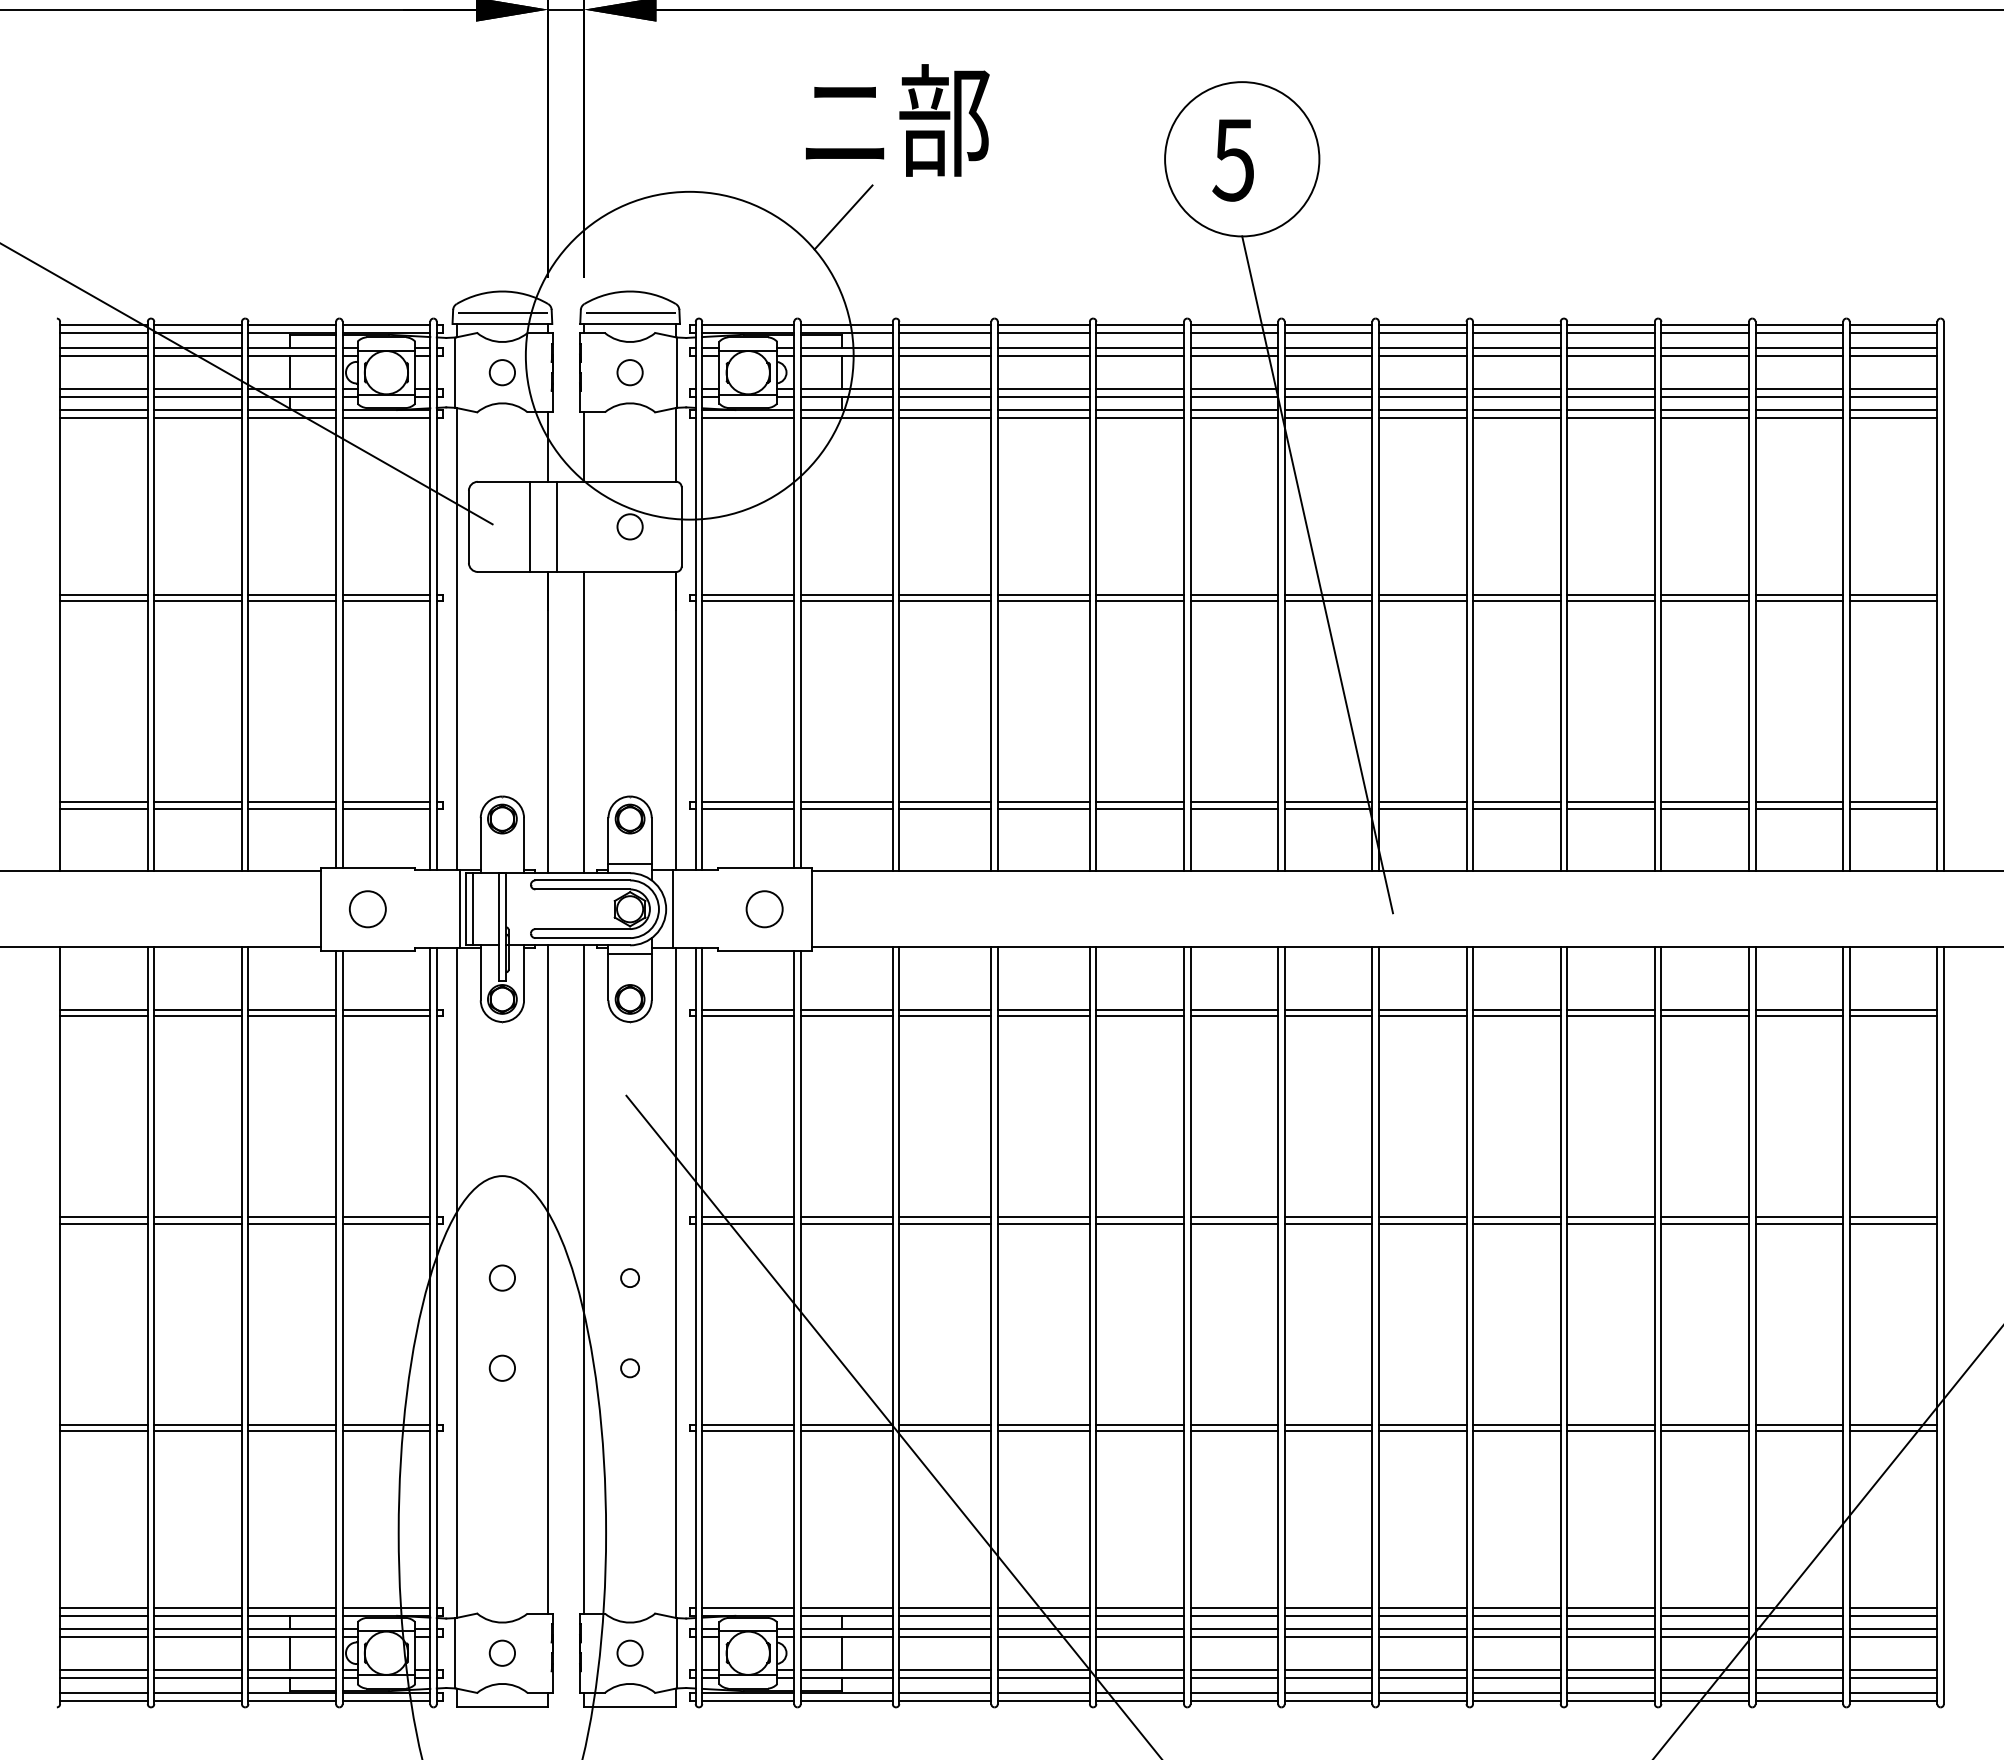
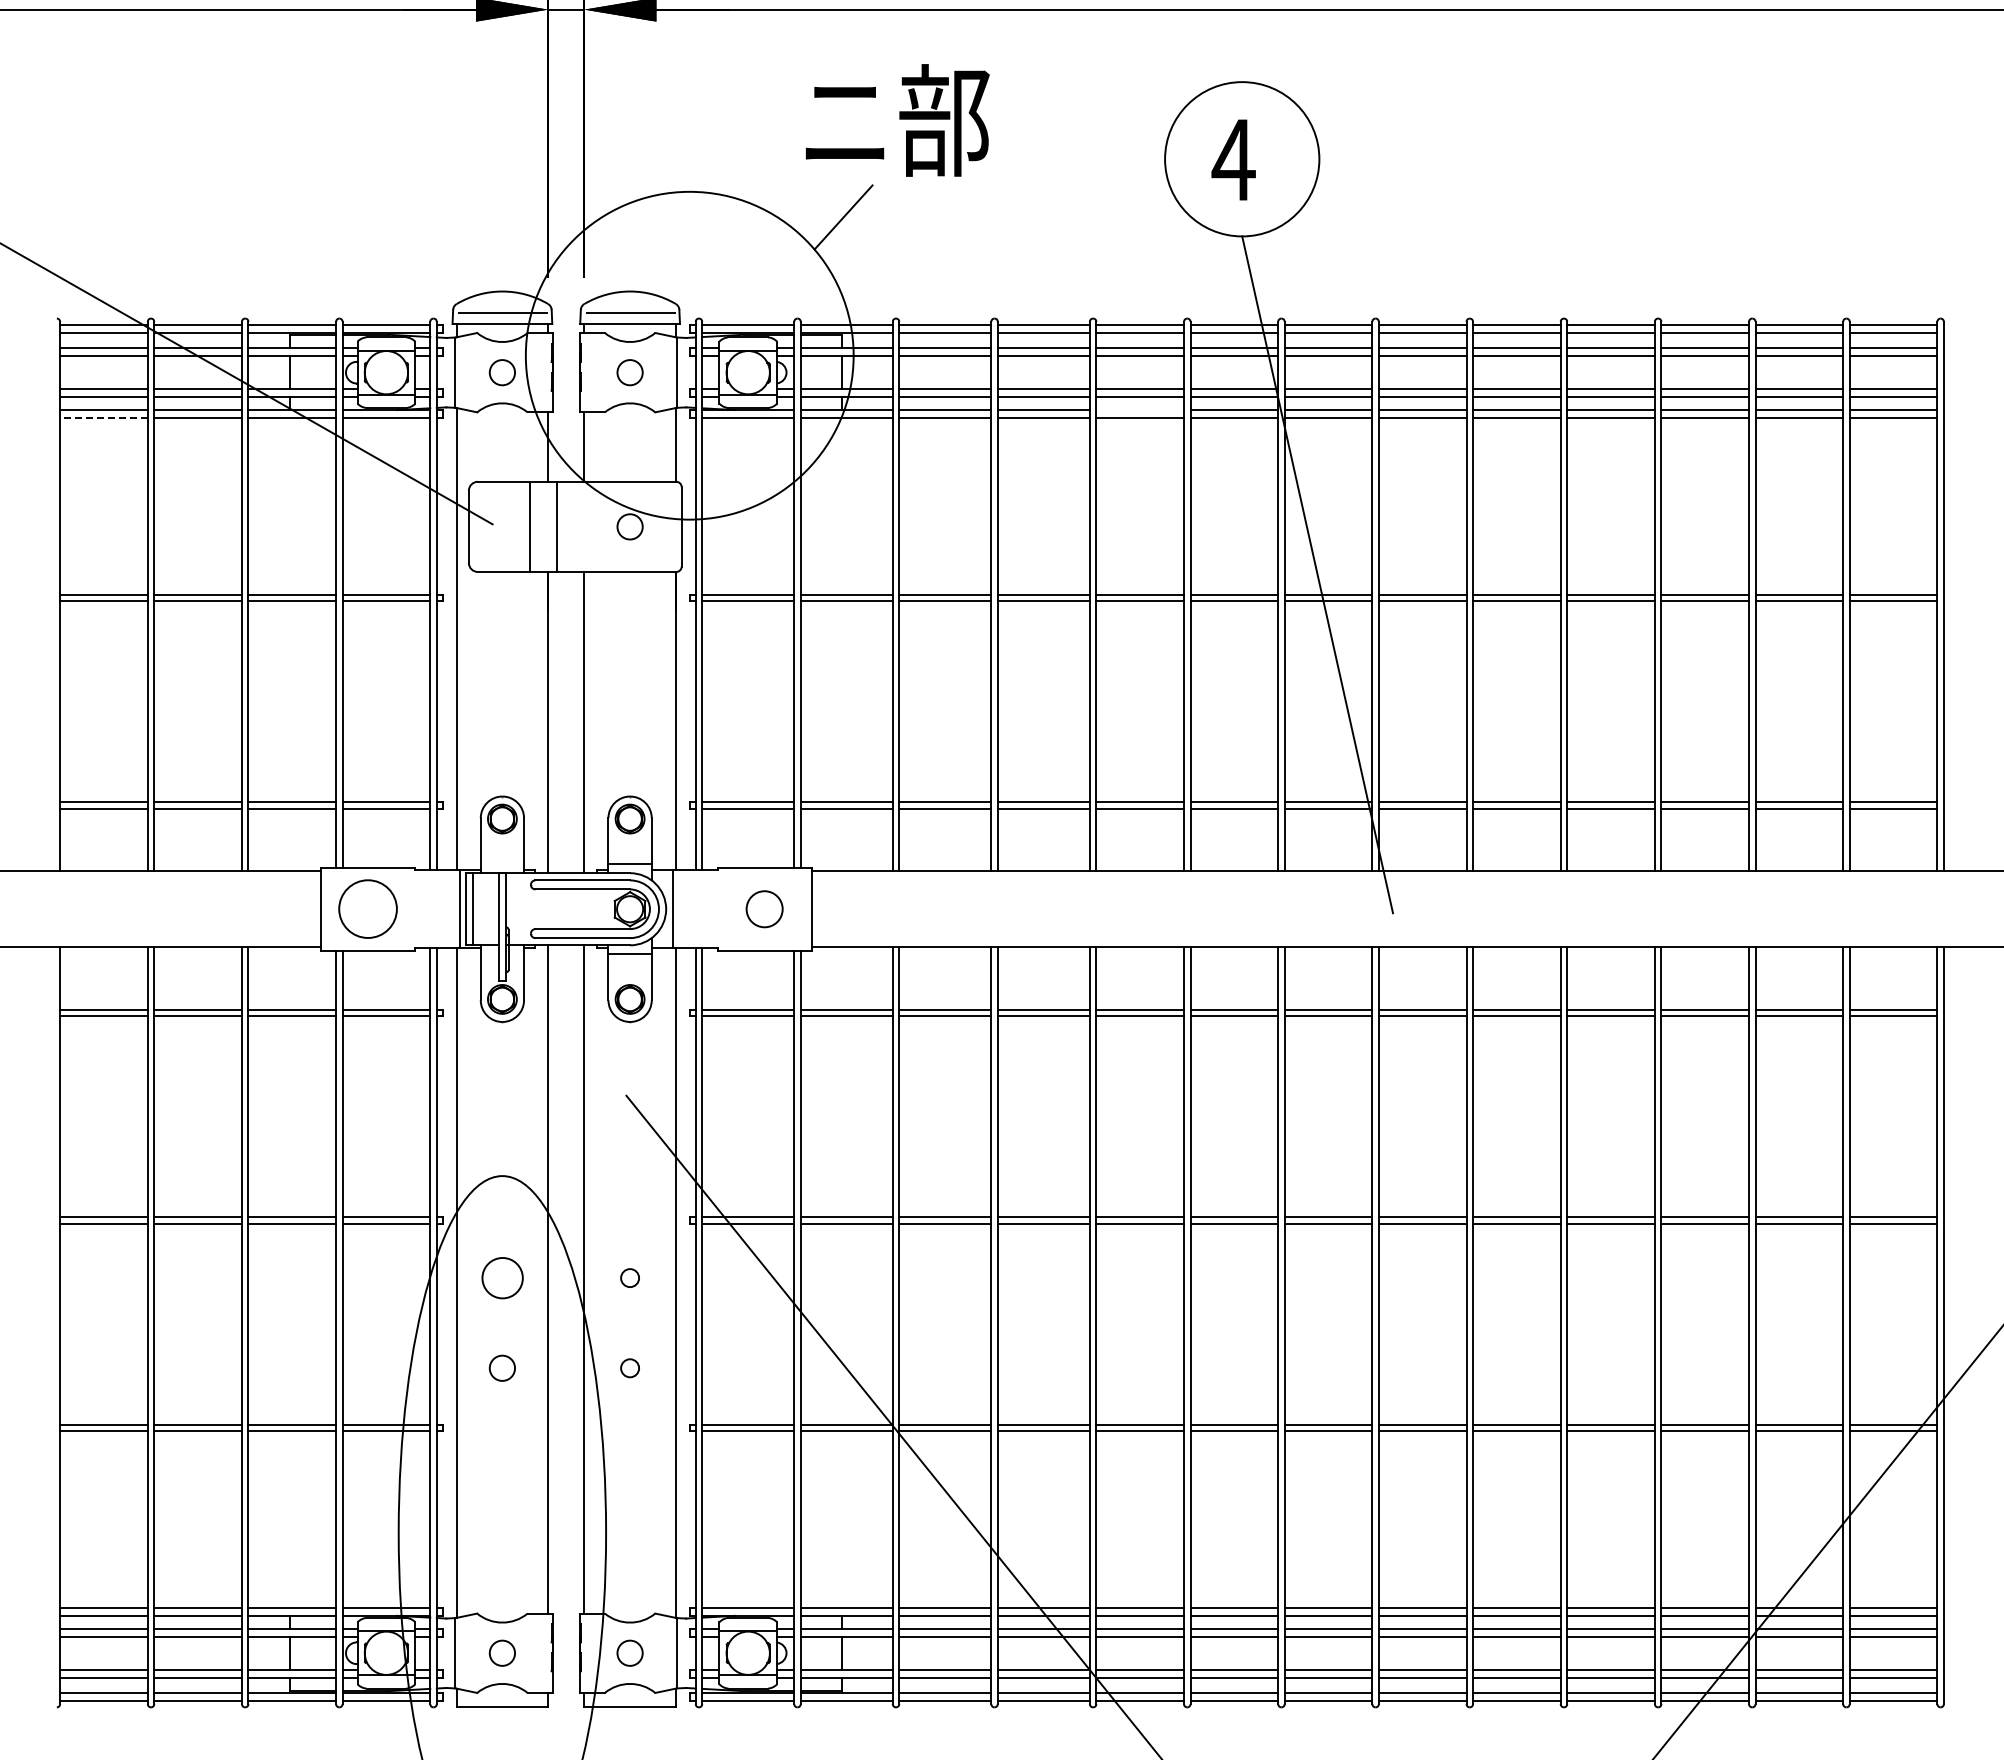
text at (1233, 160): 5 -> 4
line at (1140, 410): present -> none
line at (103, 418): solid -> dashed
circle at (367, 909) size: 39x39 px -> 60x60 px
circle at (501, 1277) size: 28x28 px -> 43x43 px
